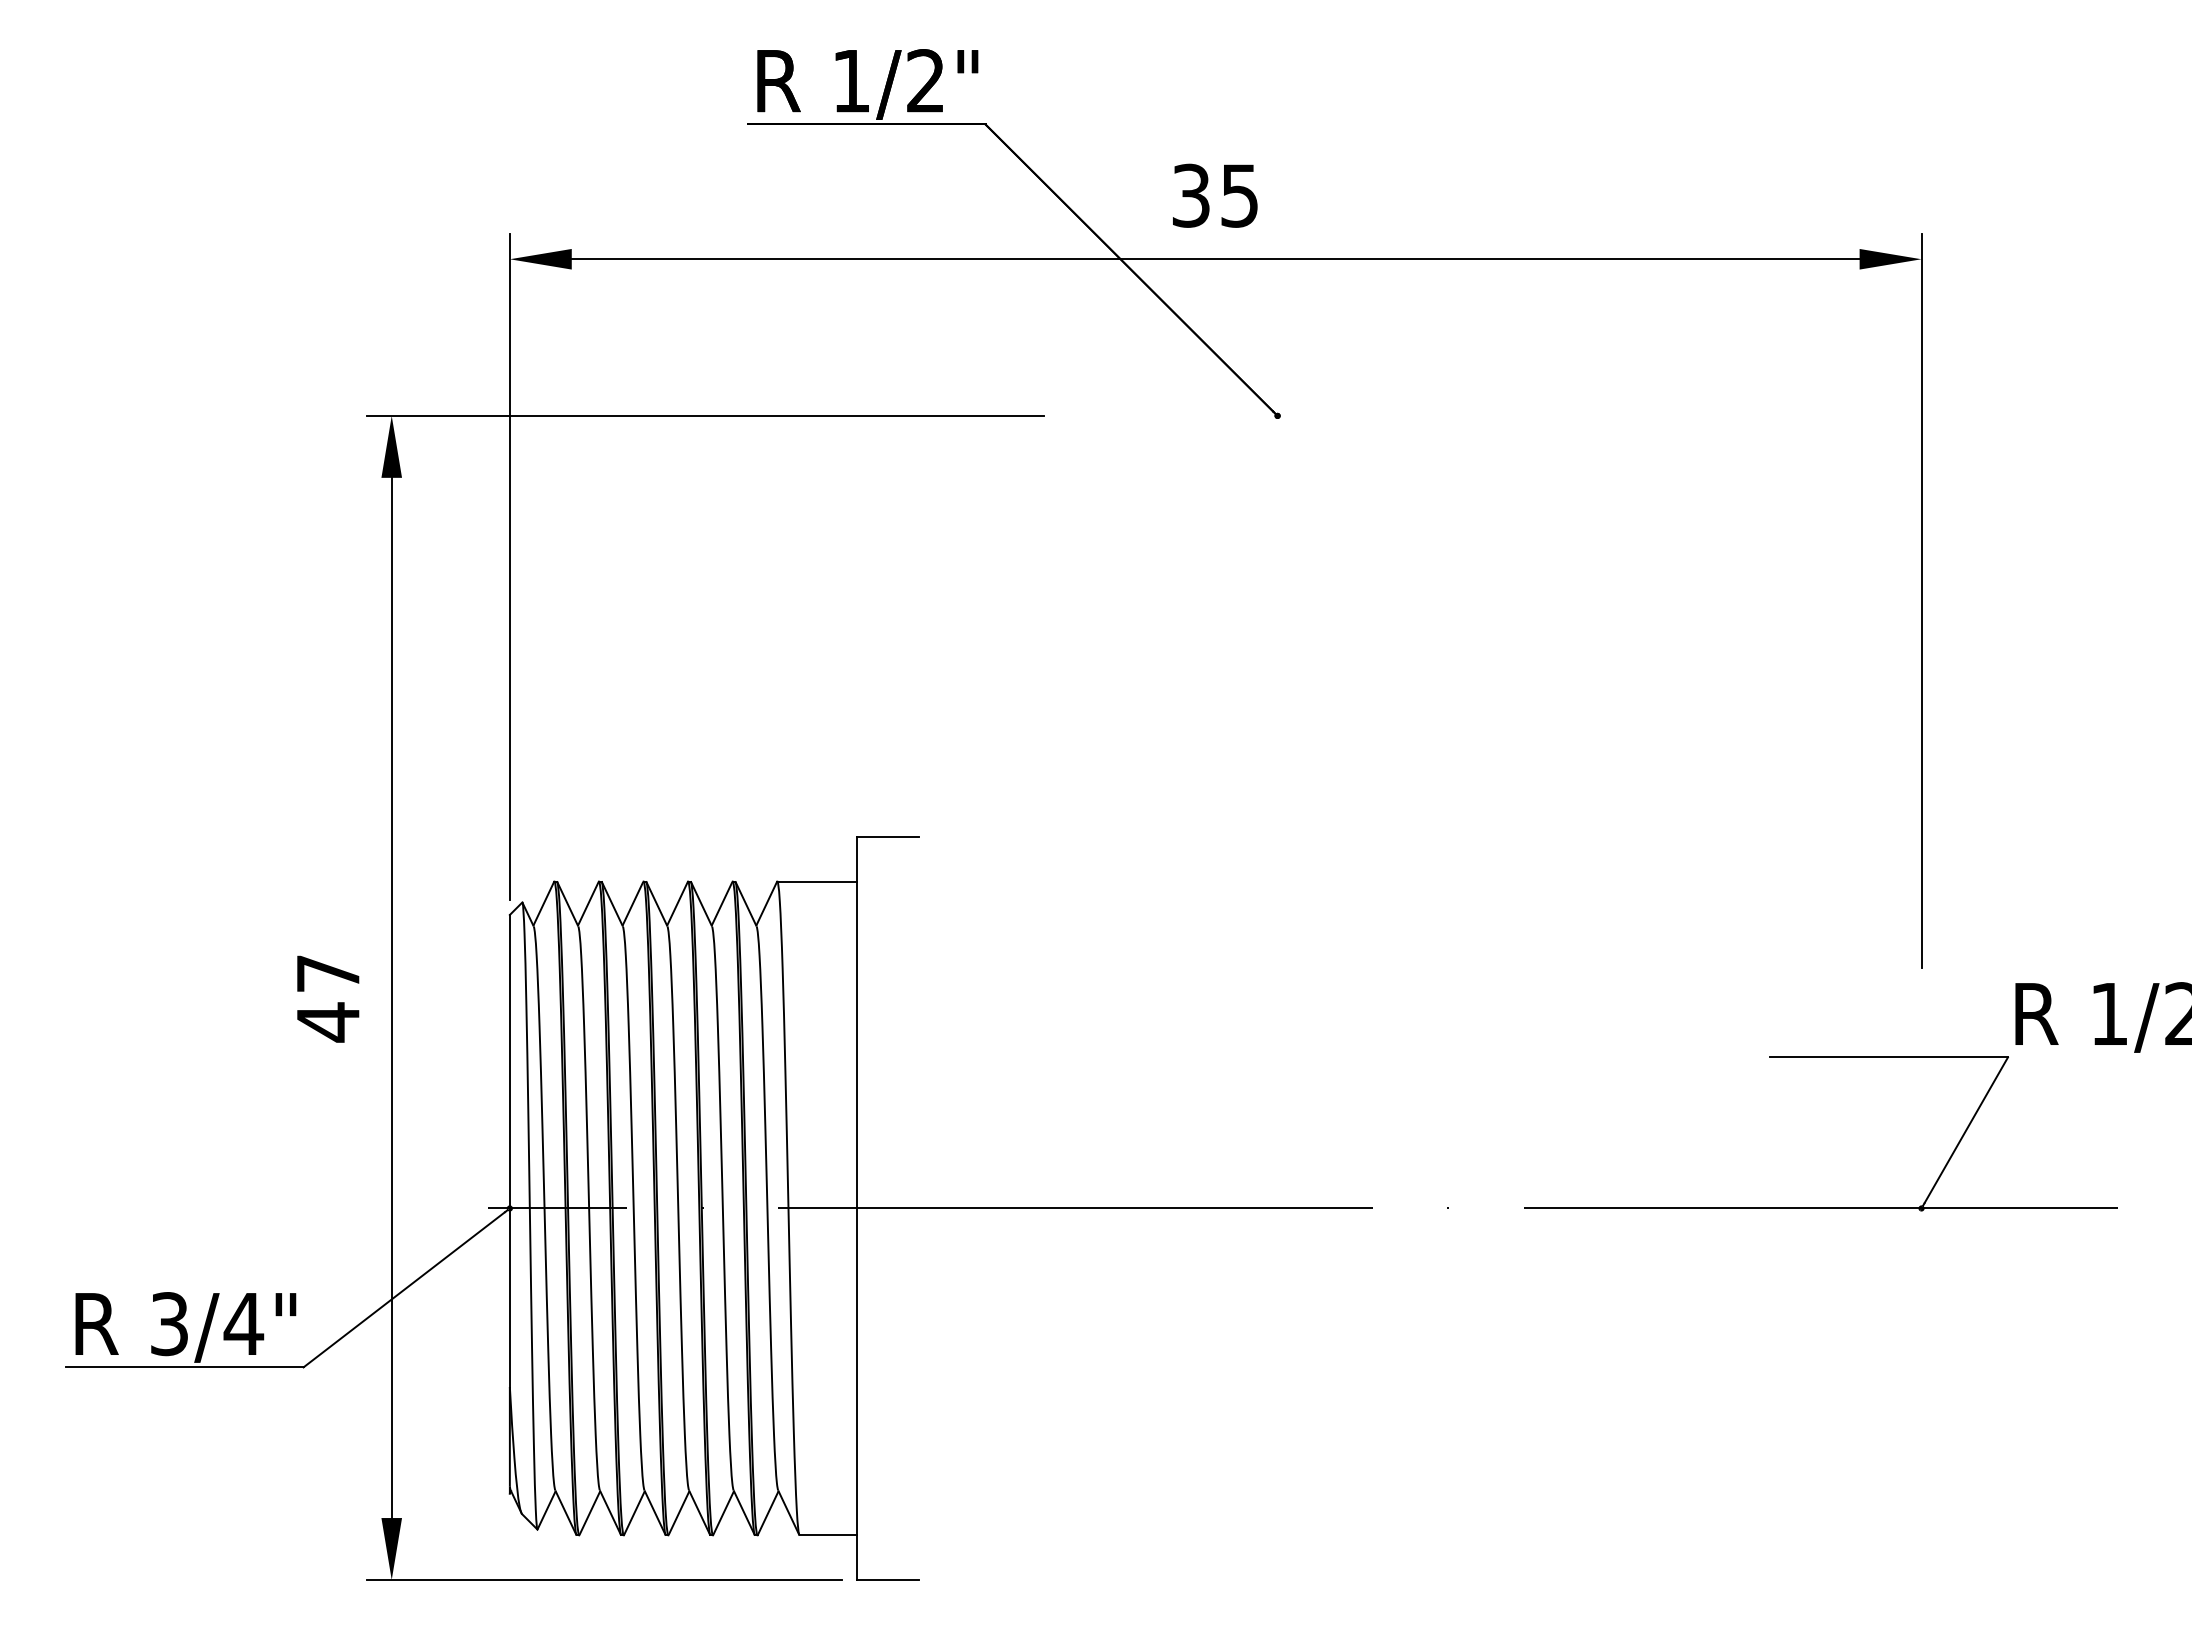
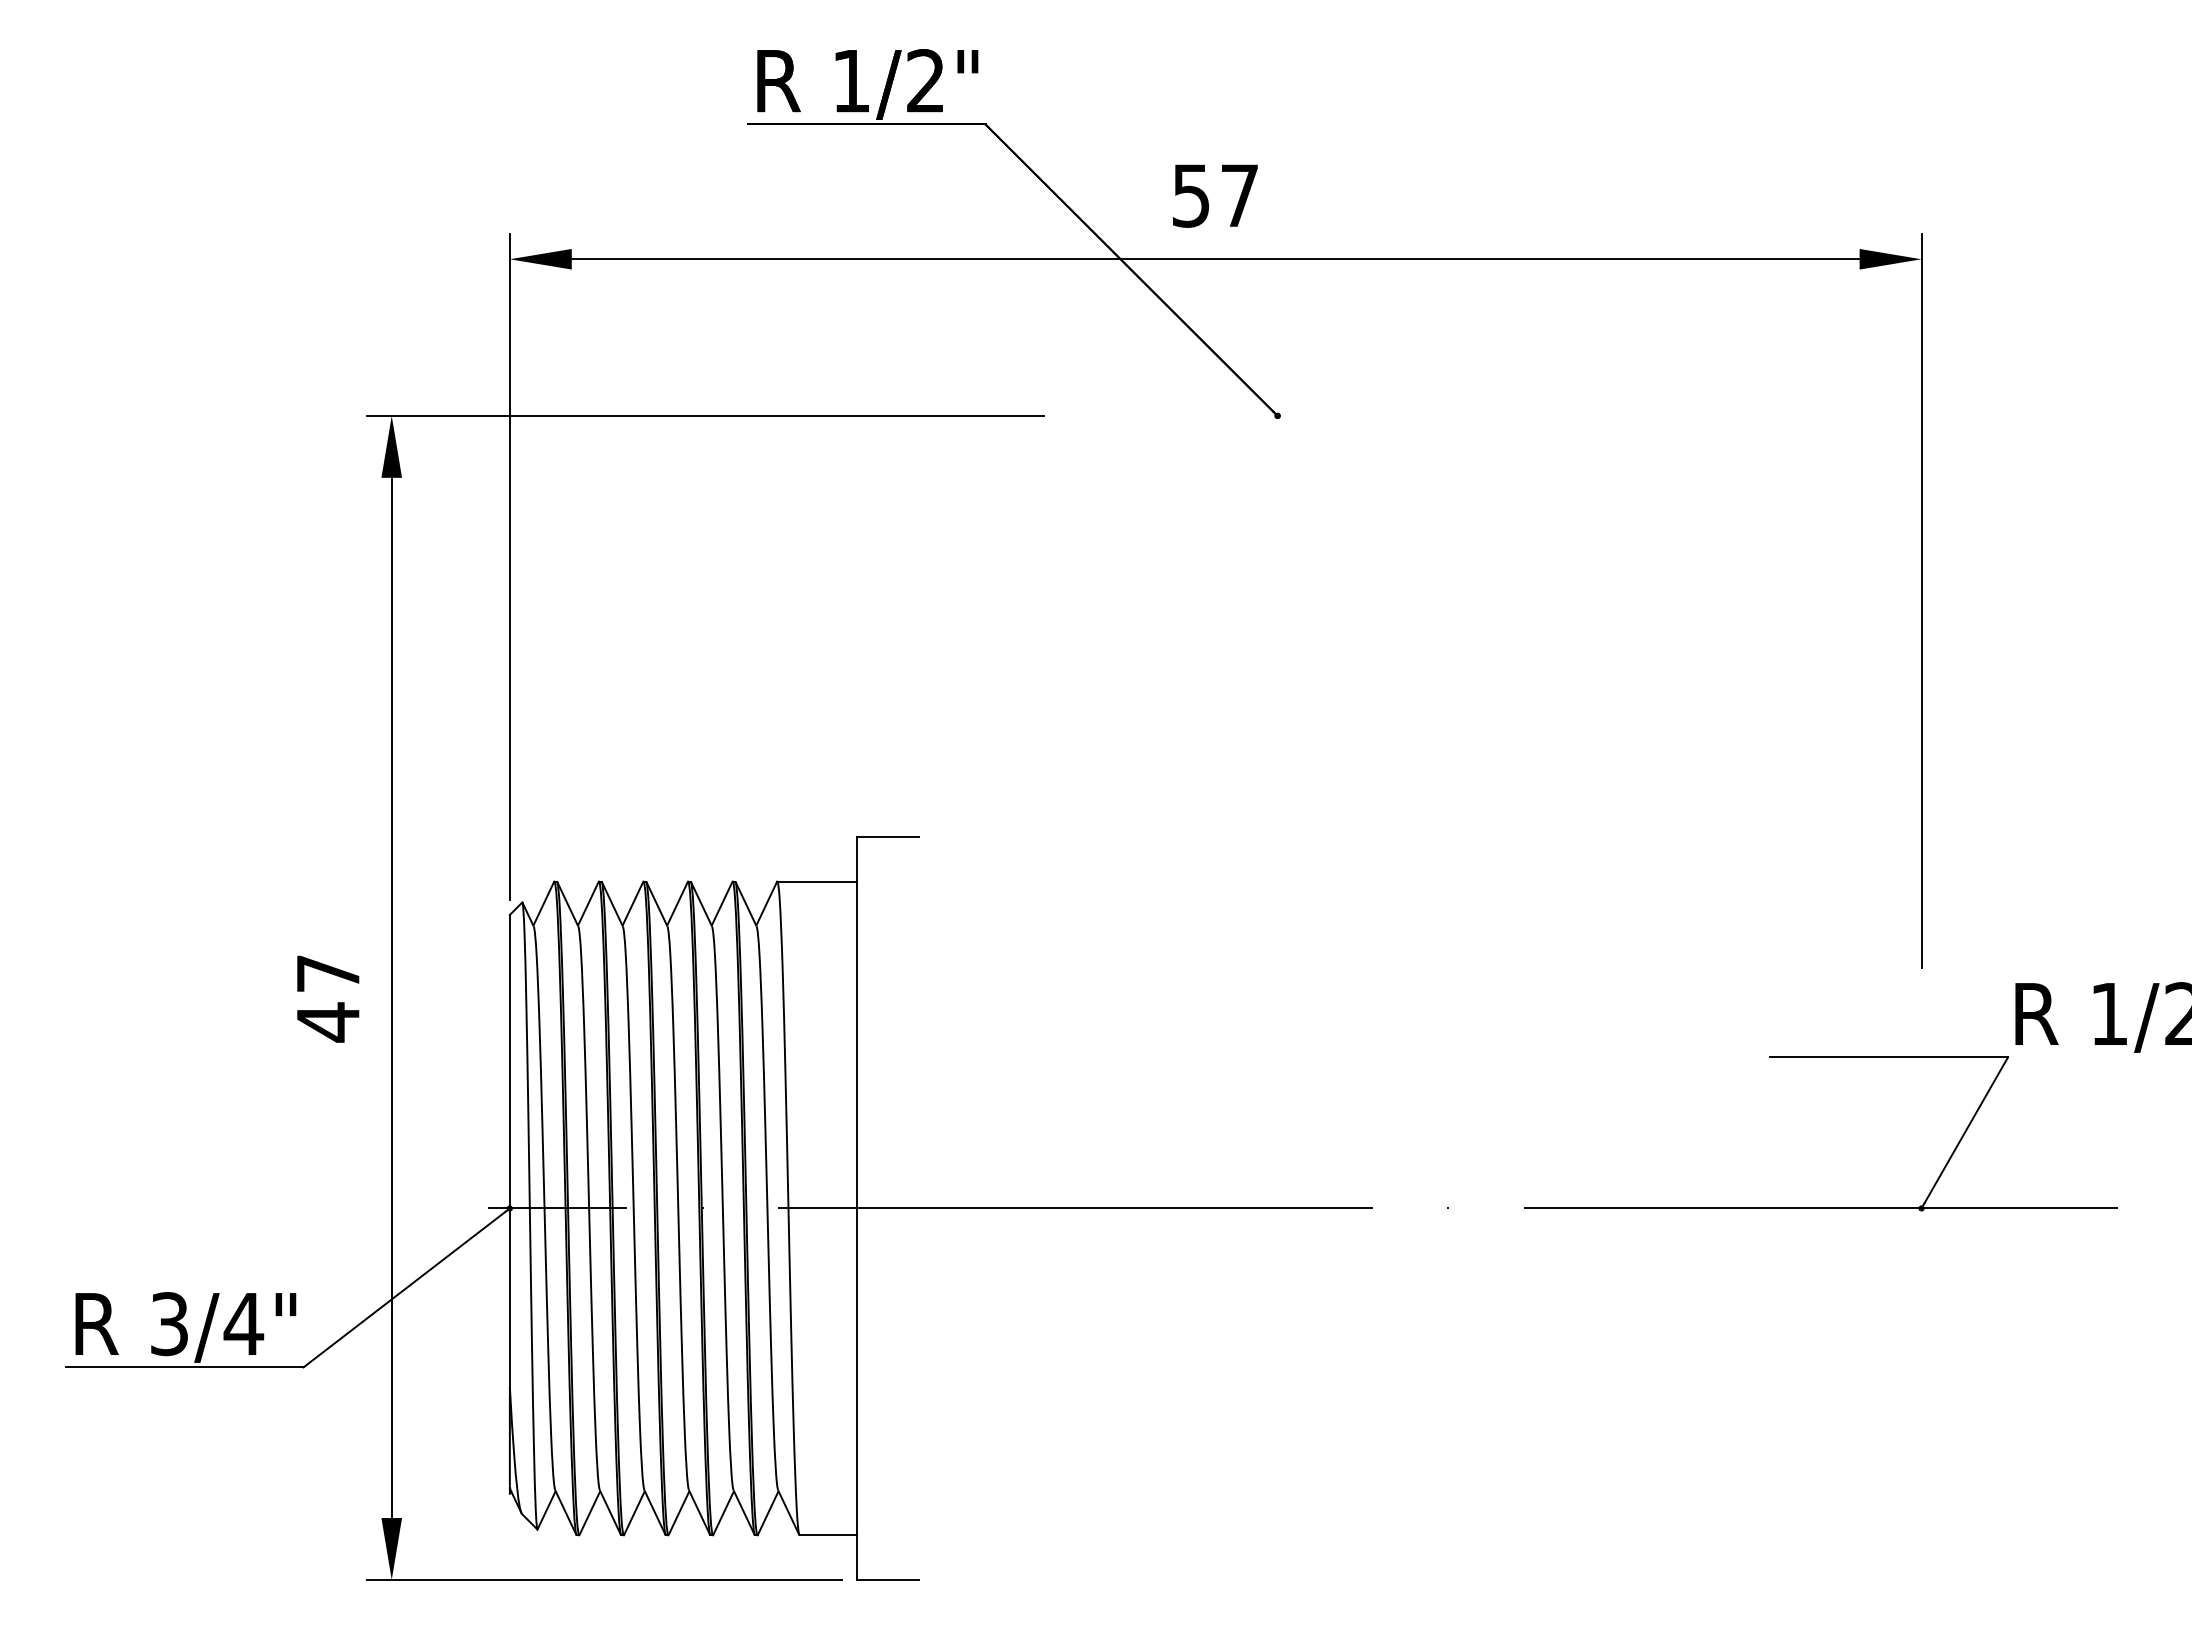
text at (1215, 195): 35 -> 57
